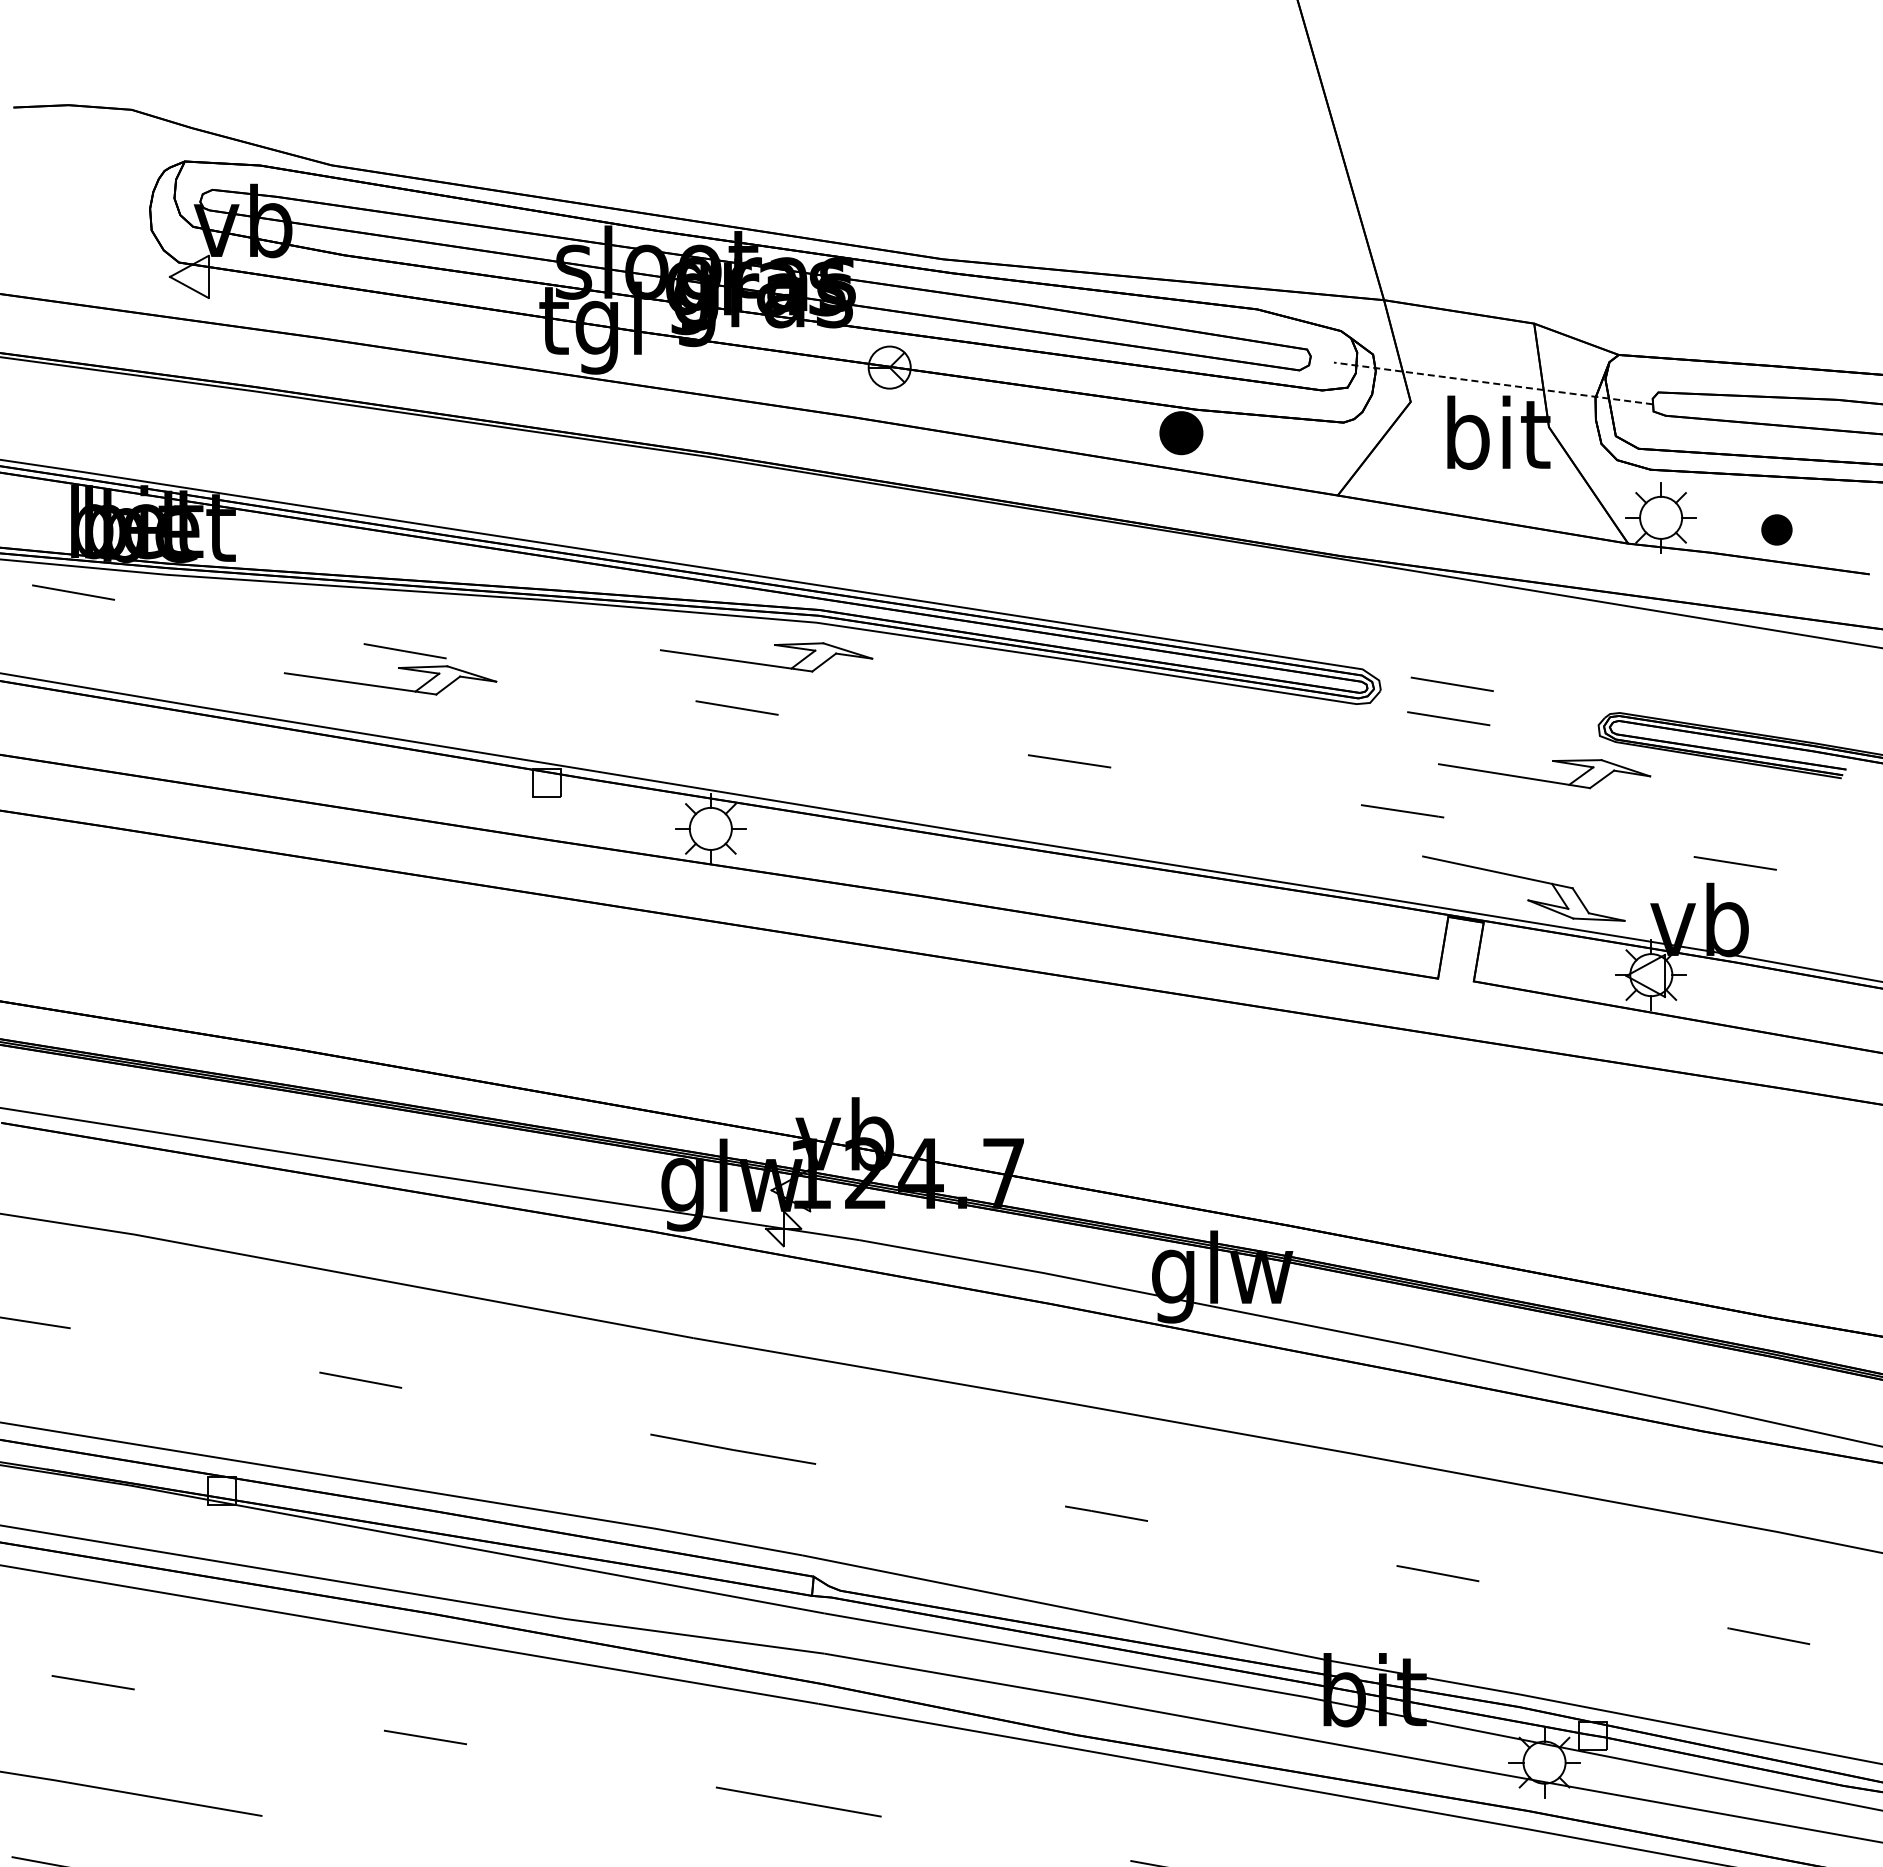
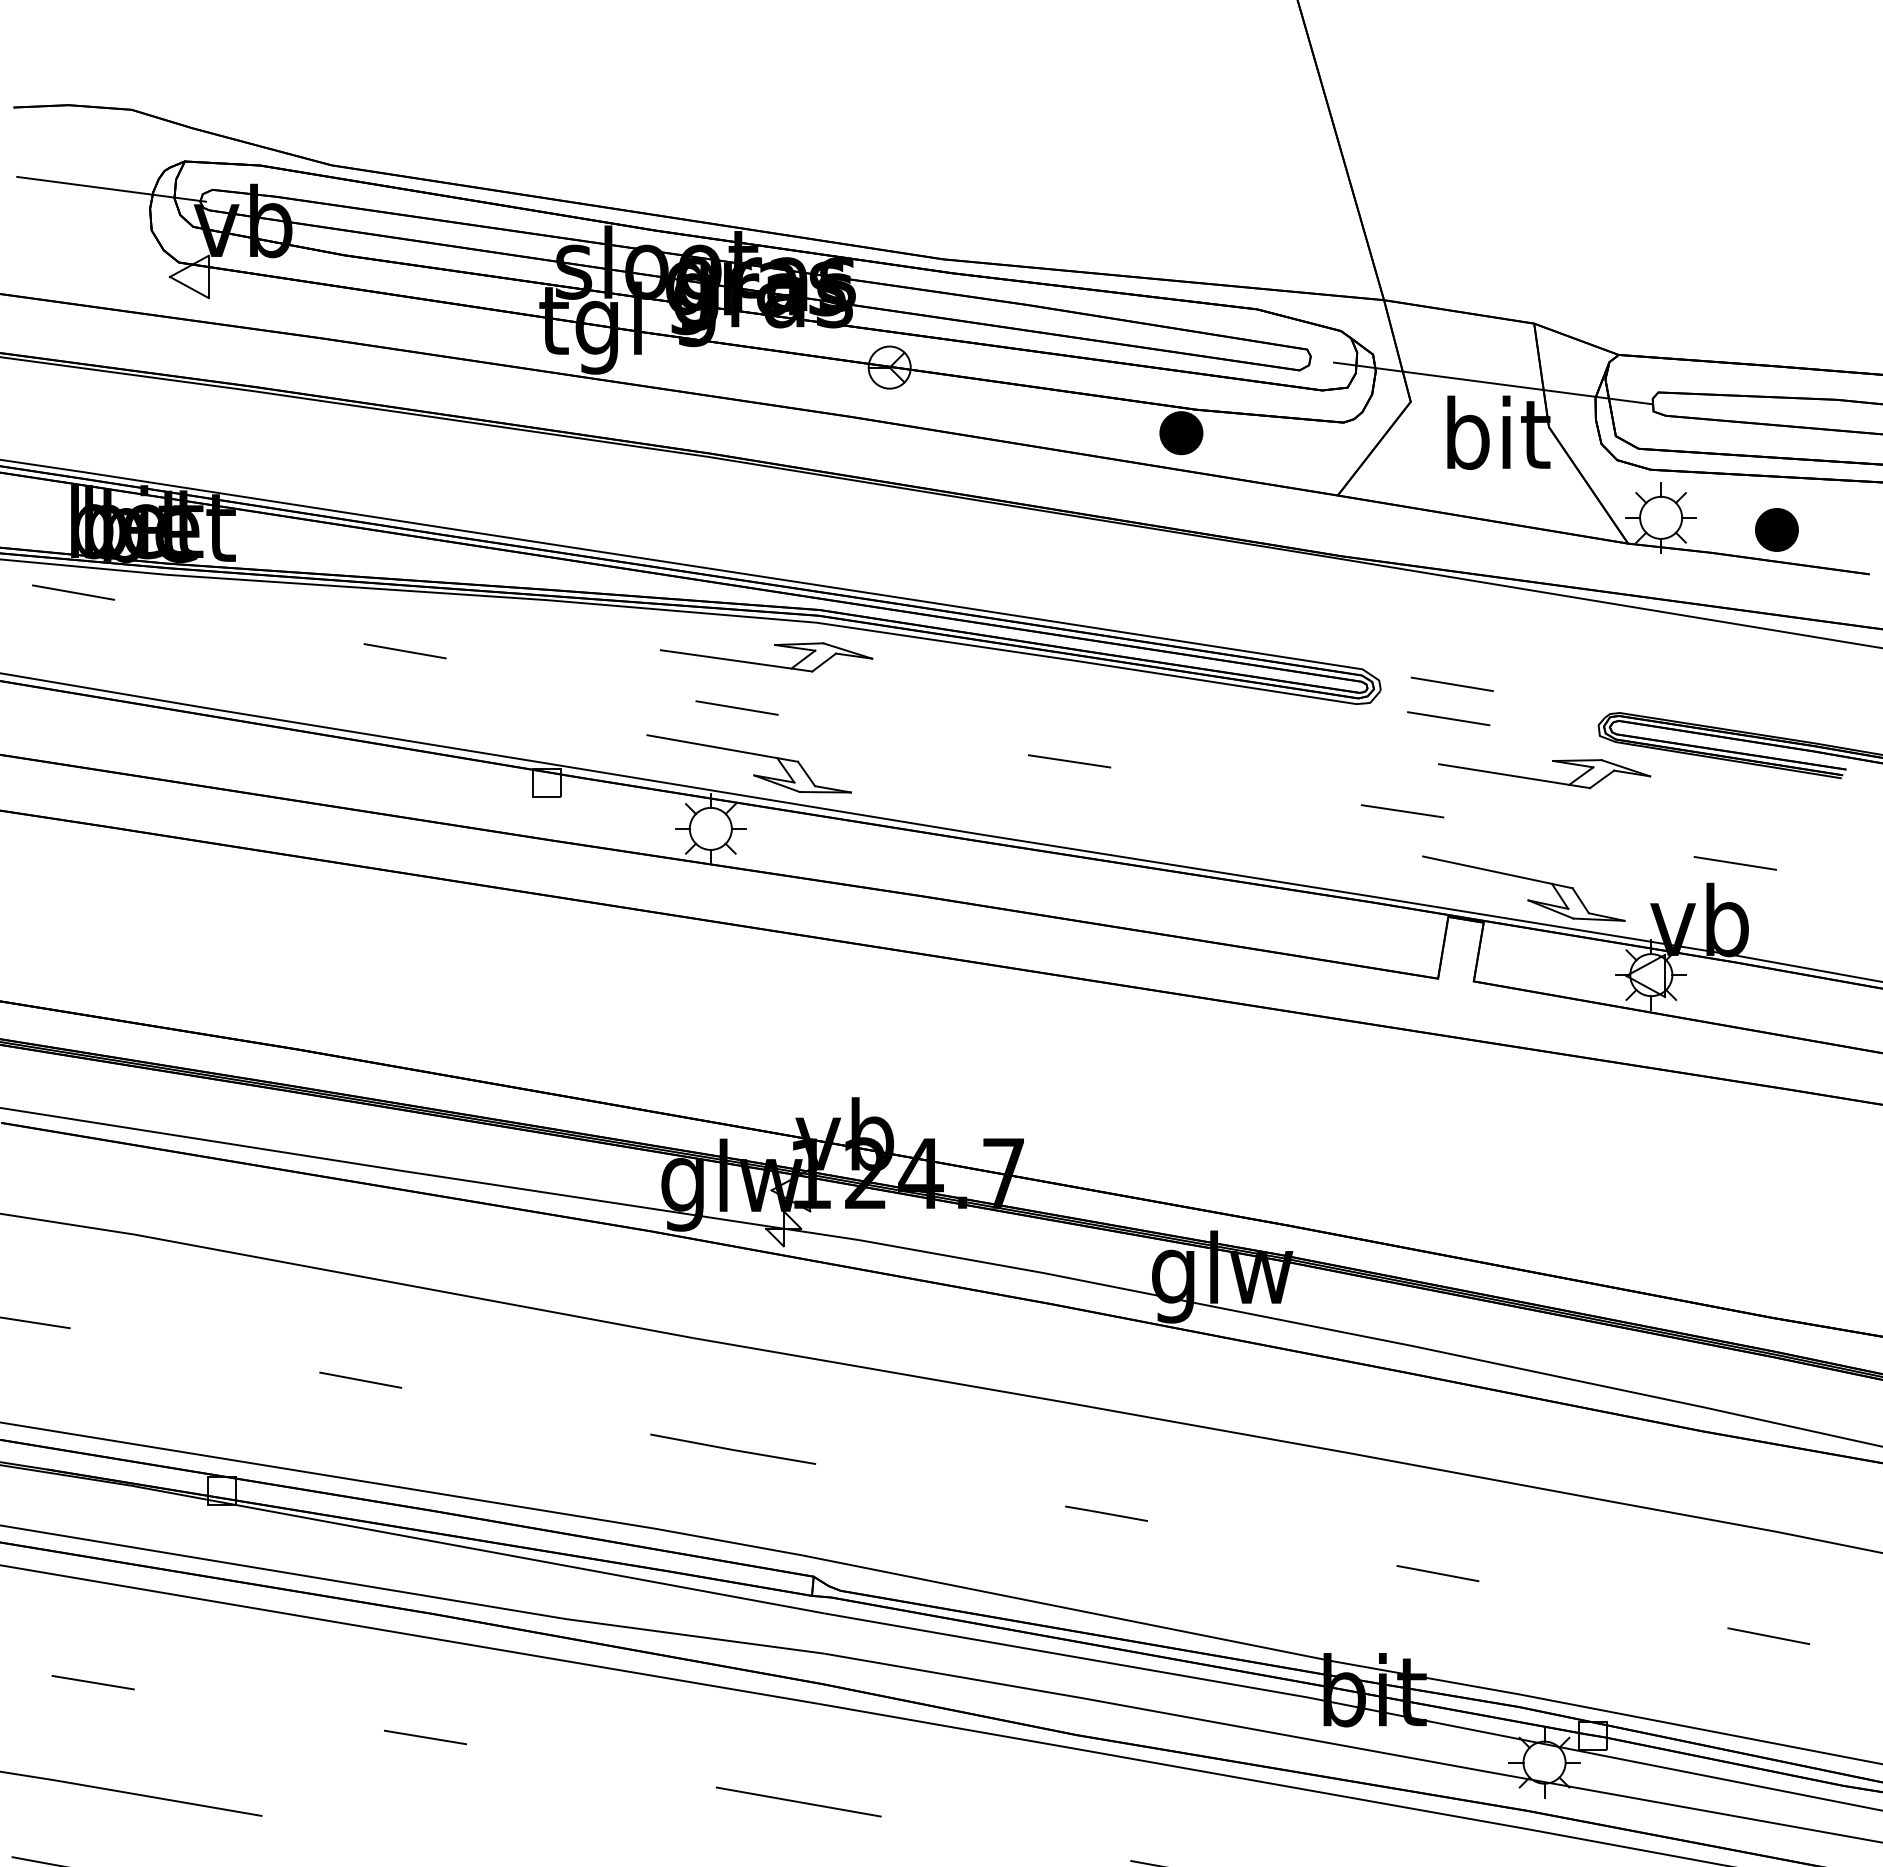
line at (111, 188): none -> present
line at (1493, 383): dashed -> solid
part at (1776, 529) size: 32x32 px -> 44x44 px
part at (388, 686): present -> none
part at (749, 754): none -> present
